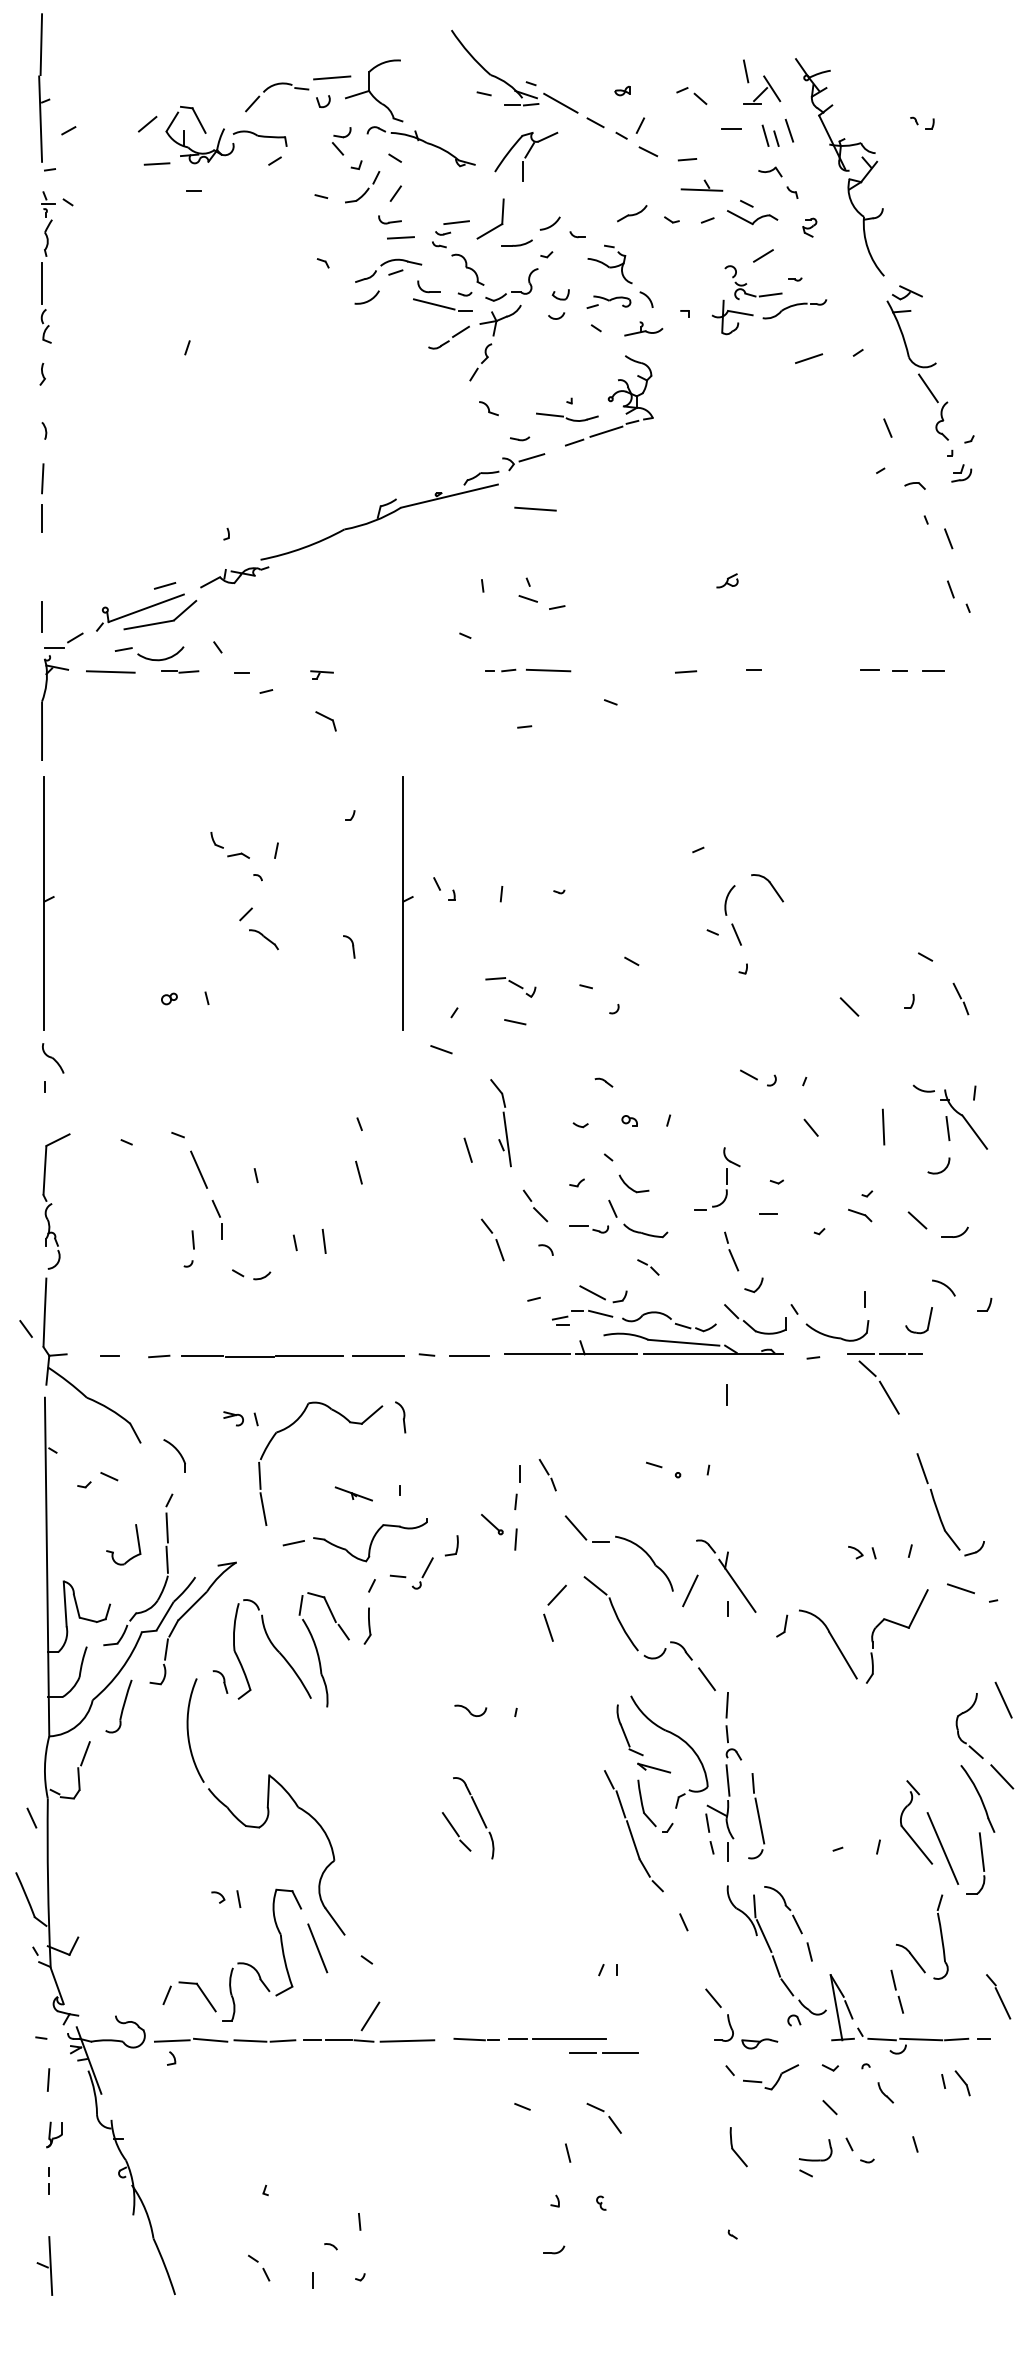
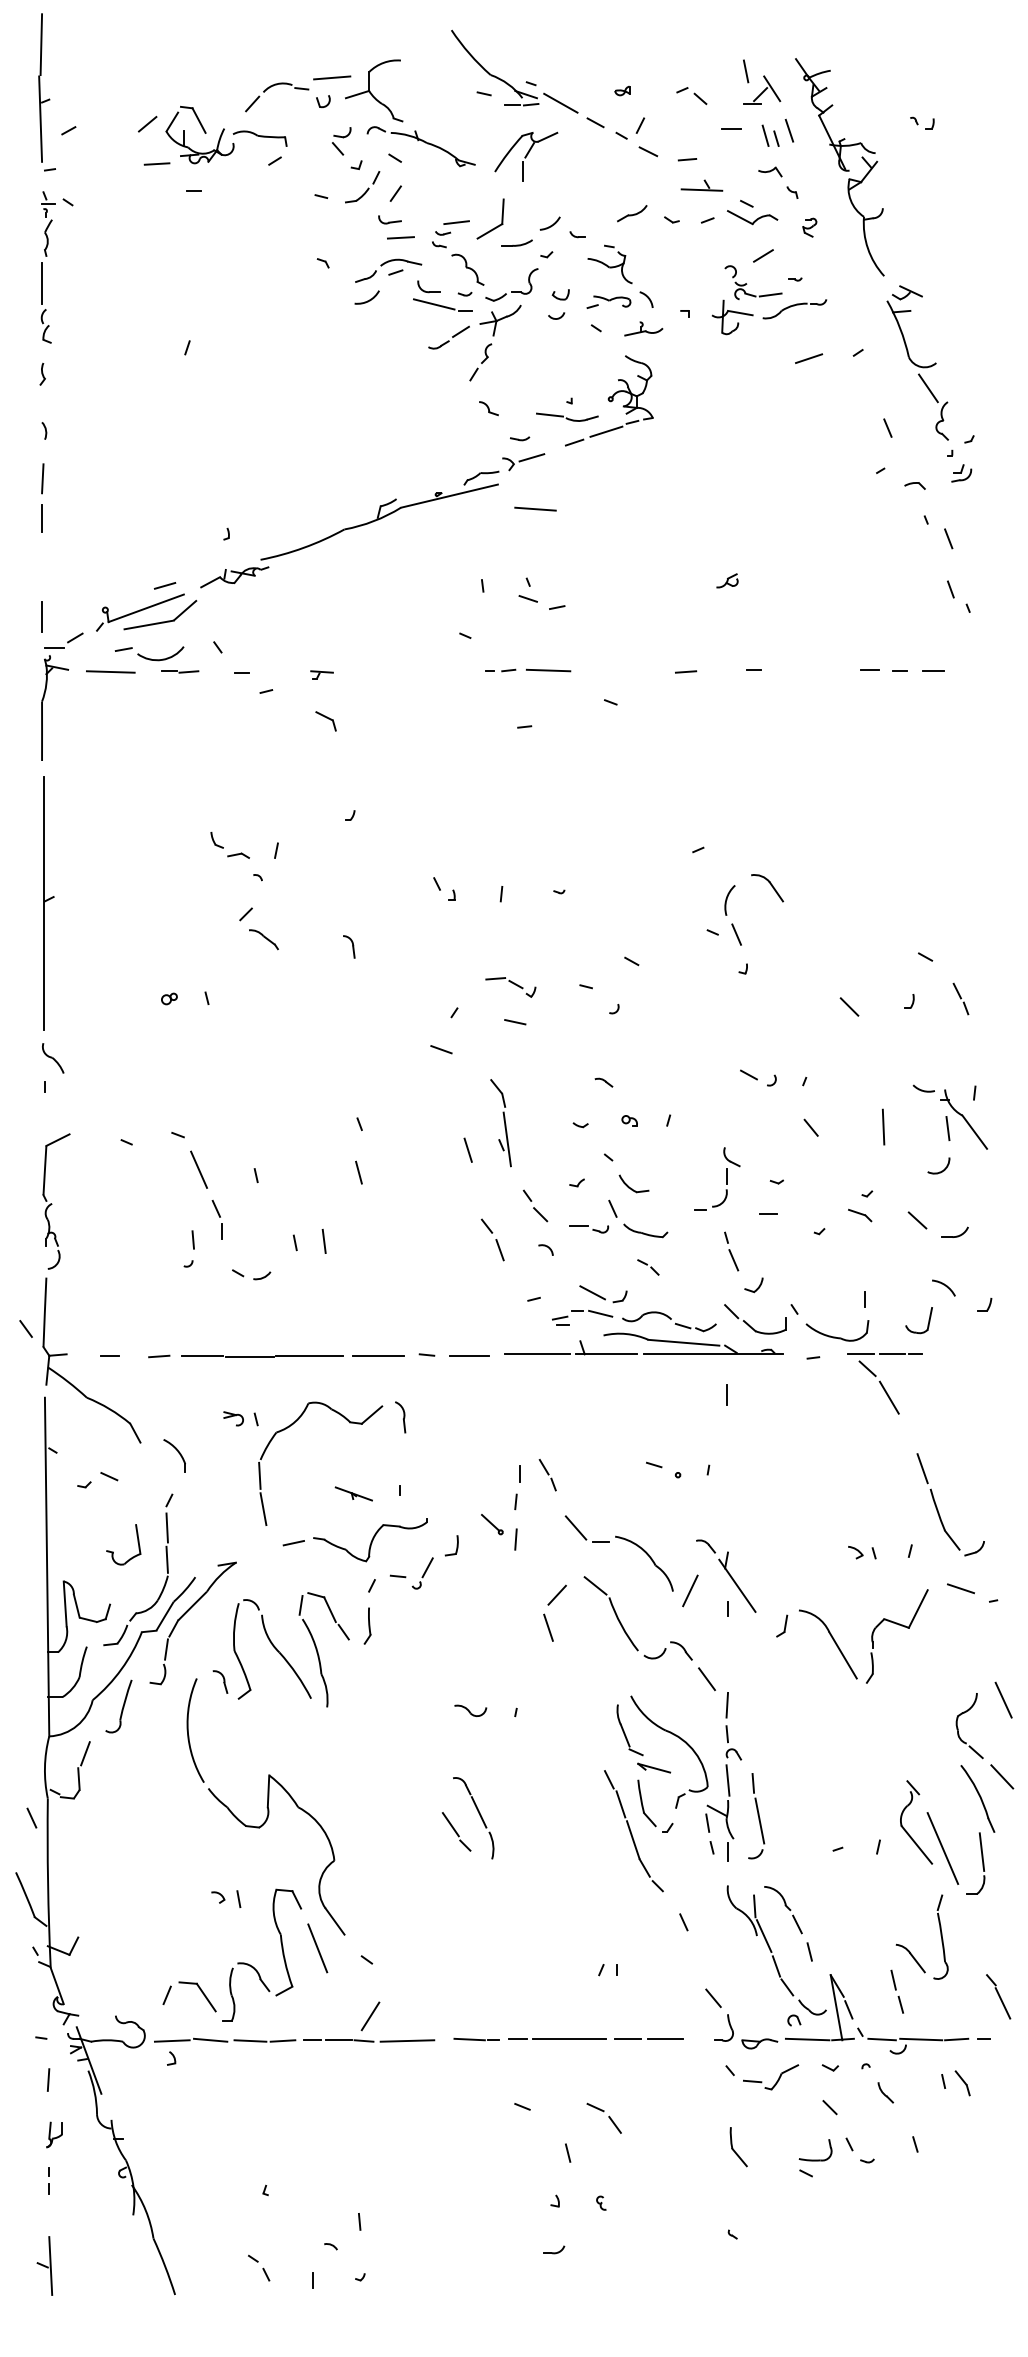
part at (407, 903): present -> none
line at (807, 2039): none -> present
line at (603, 2052) position: (603, 2052) -> (648, 2038)
